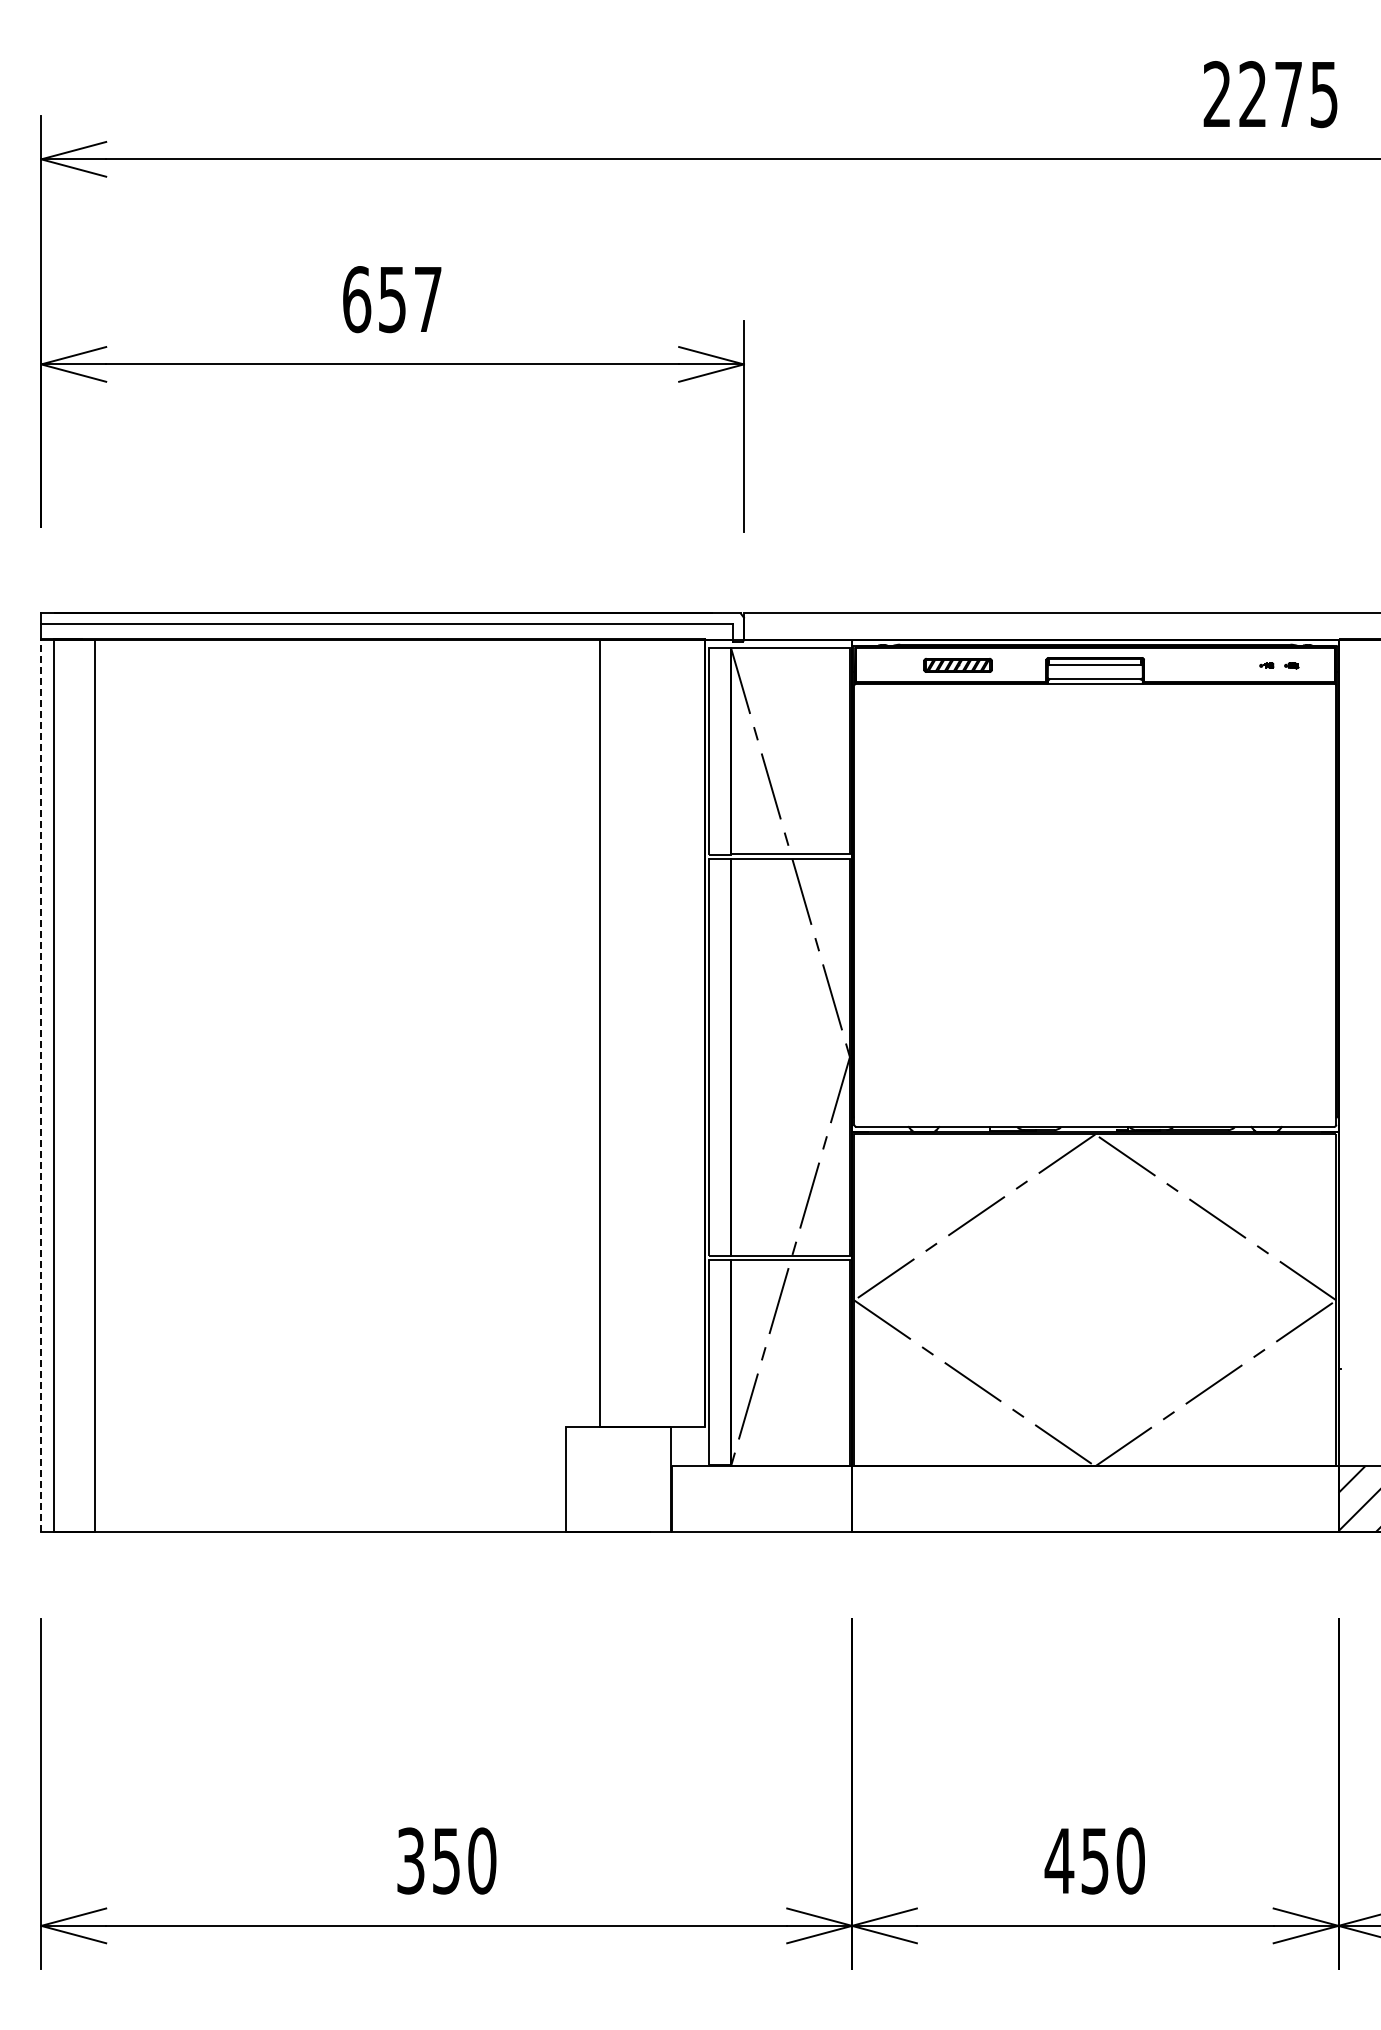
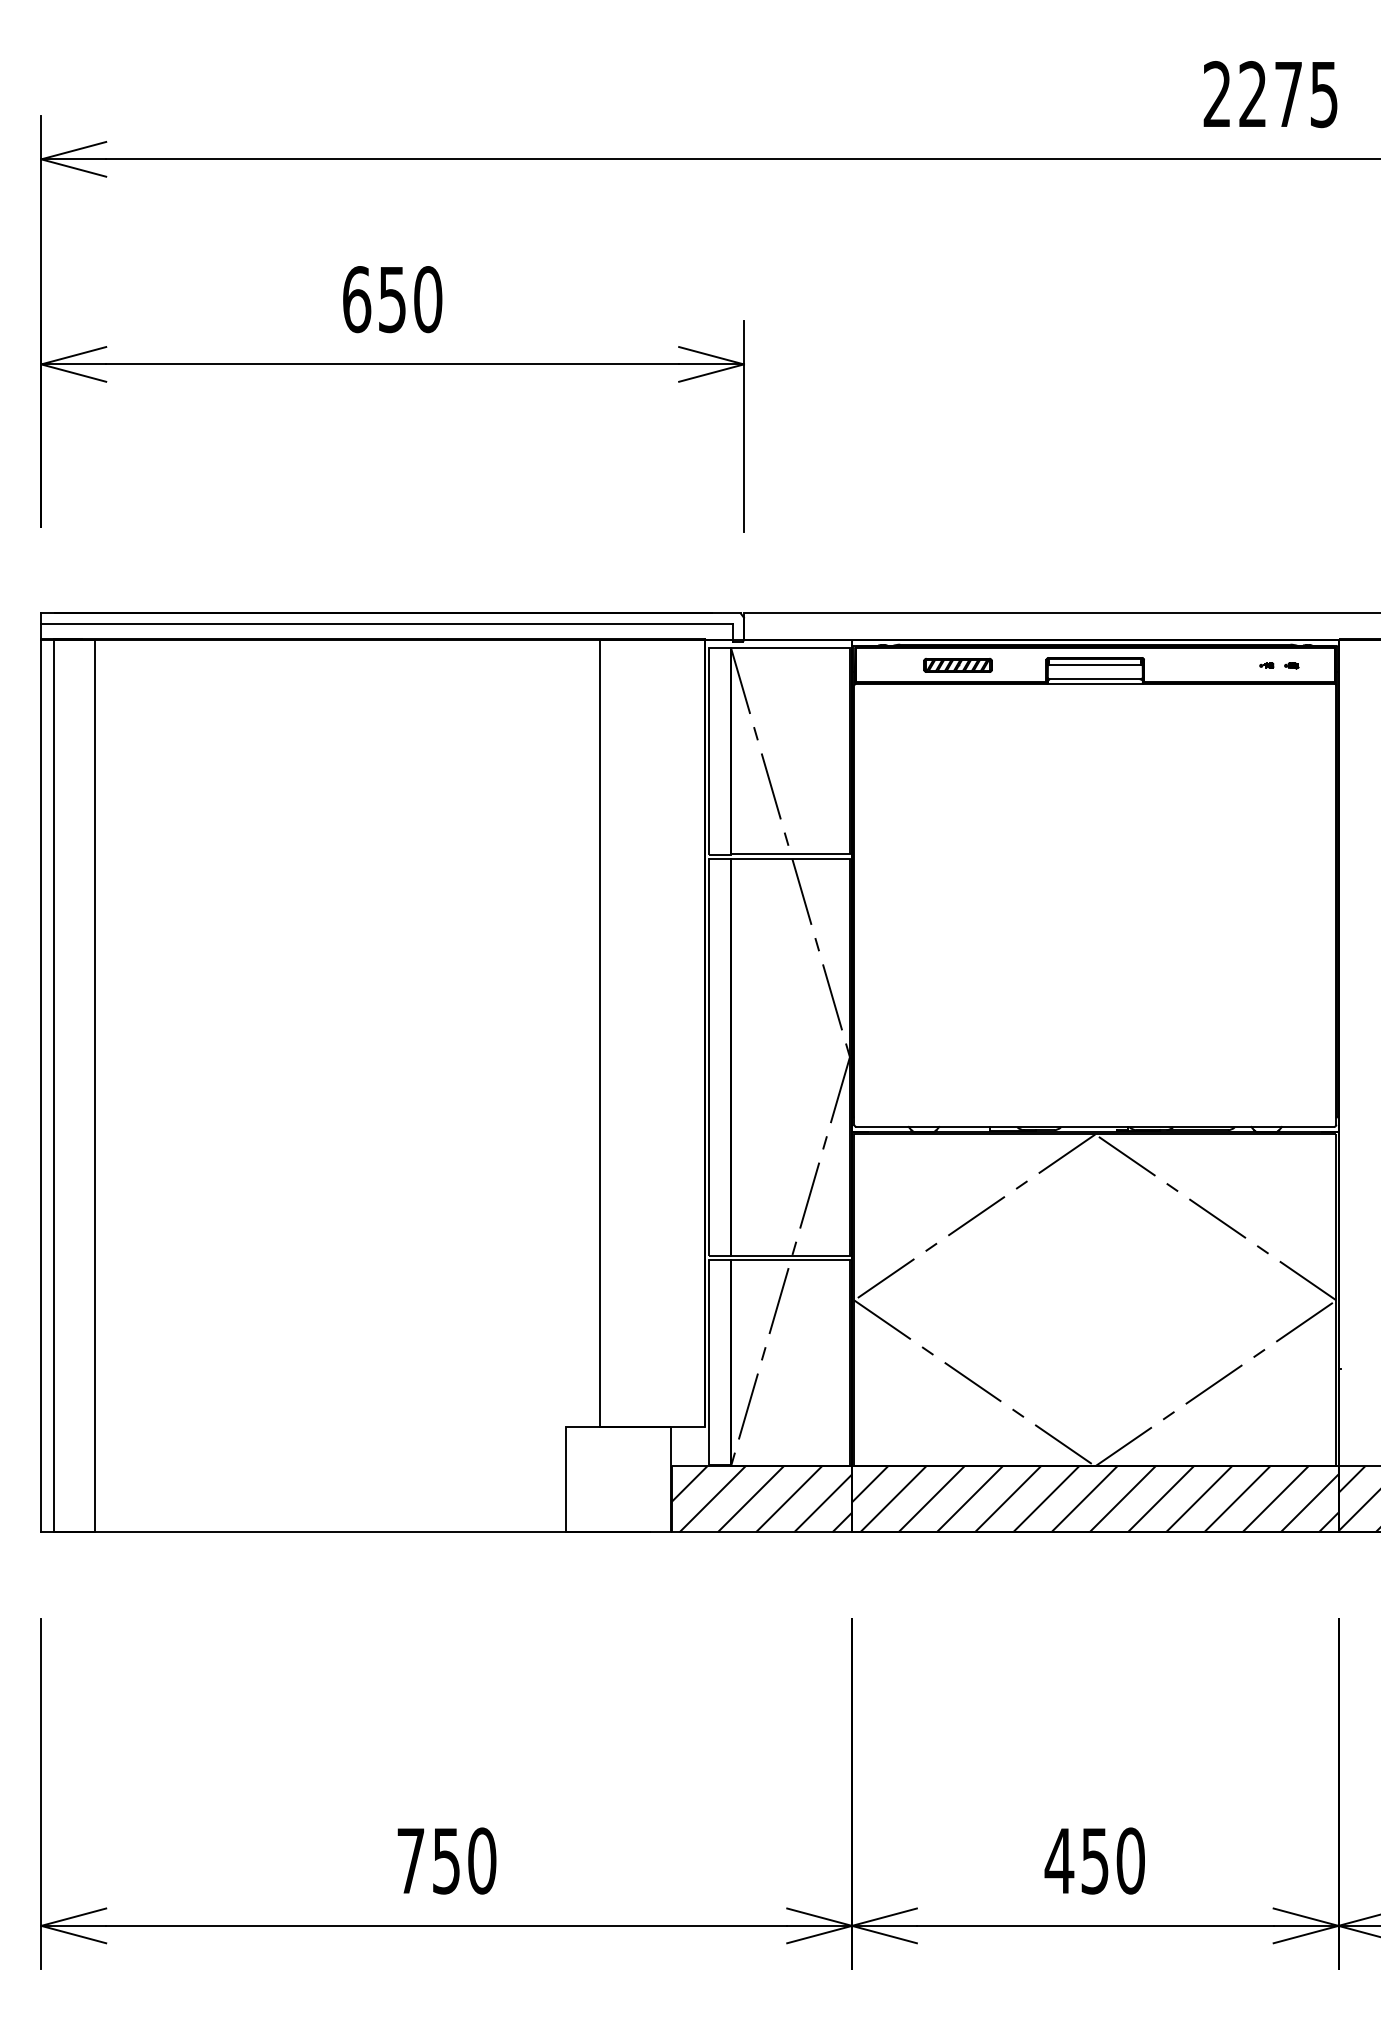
text at (428, 299): 657 -> 650
line at (41, 1085): dashed -> solid
hatch at (761, 1499): none -> present
hatch at (1095, 1499): none -> present
text at (410, 1860): 350 -> 750
